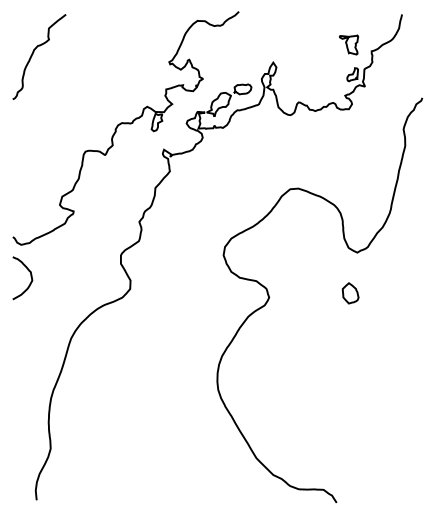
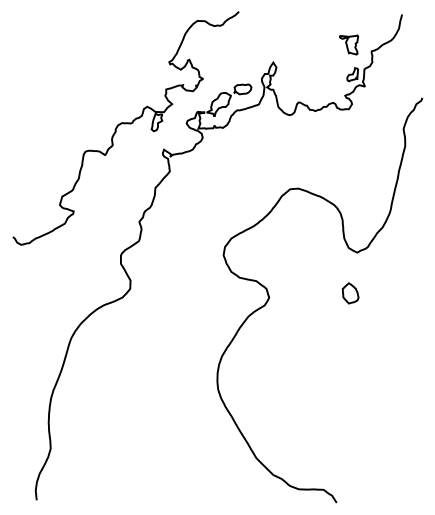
curve at (33, 54): present -> none
curve at (30, 277): present -> none
